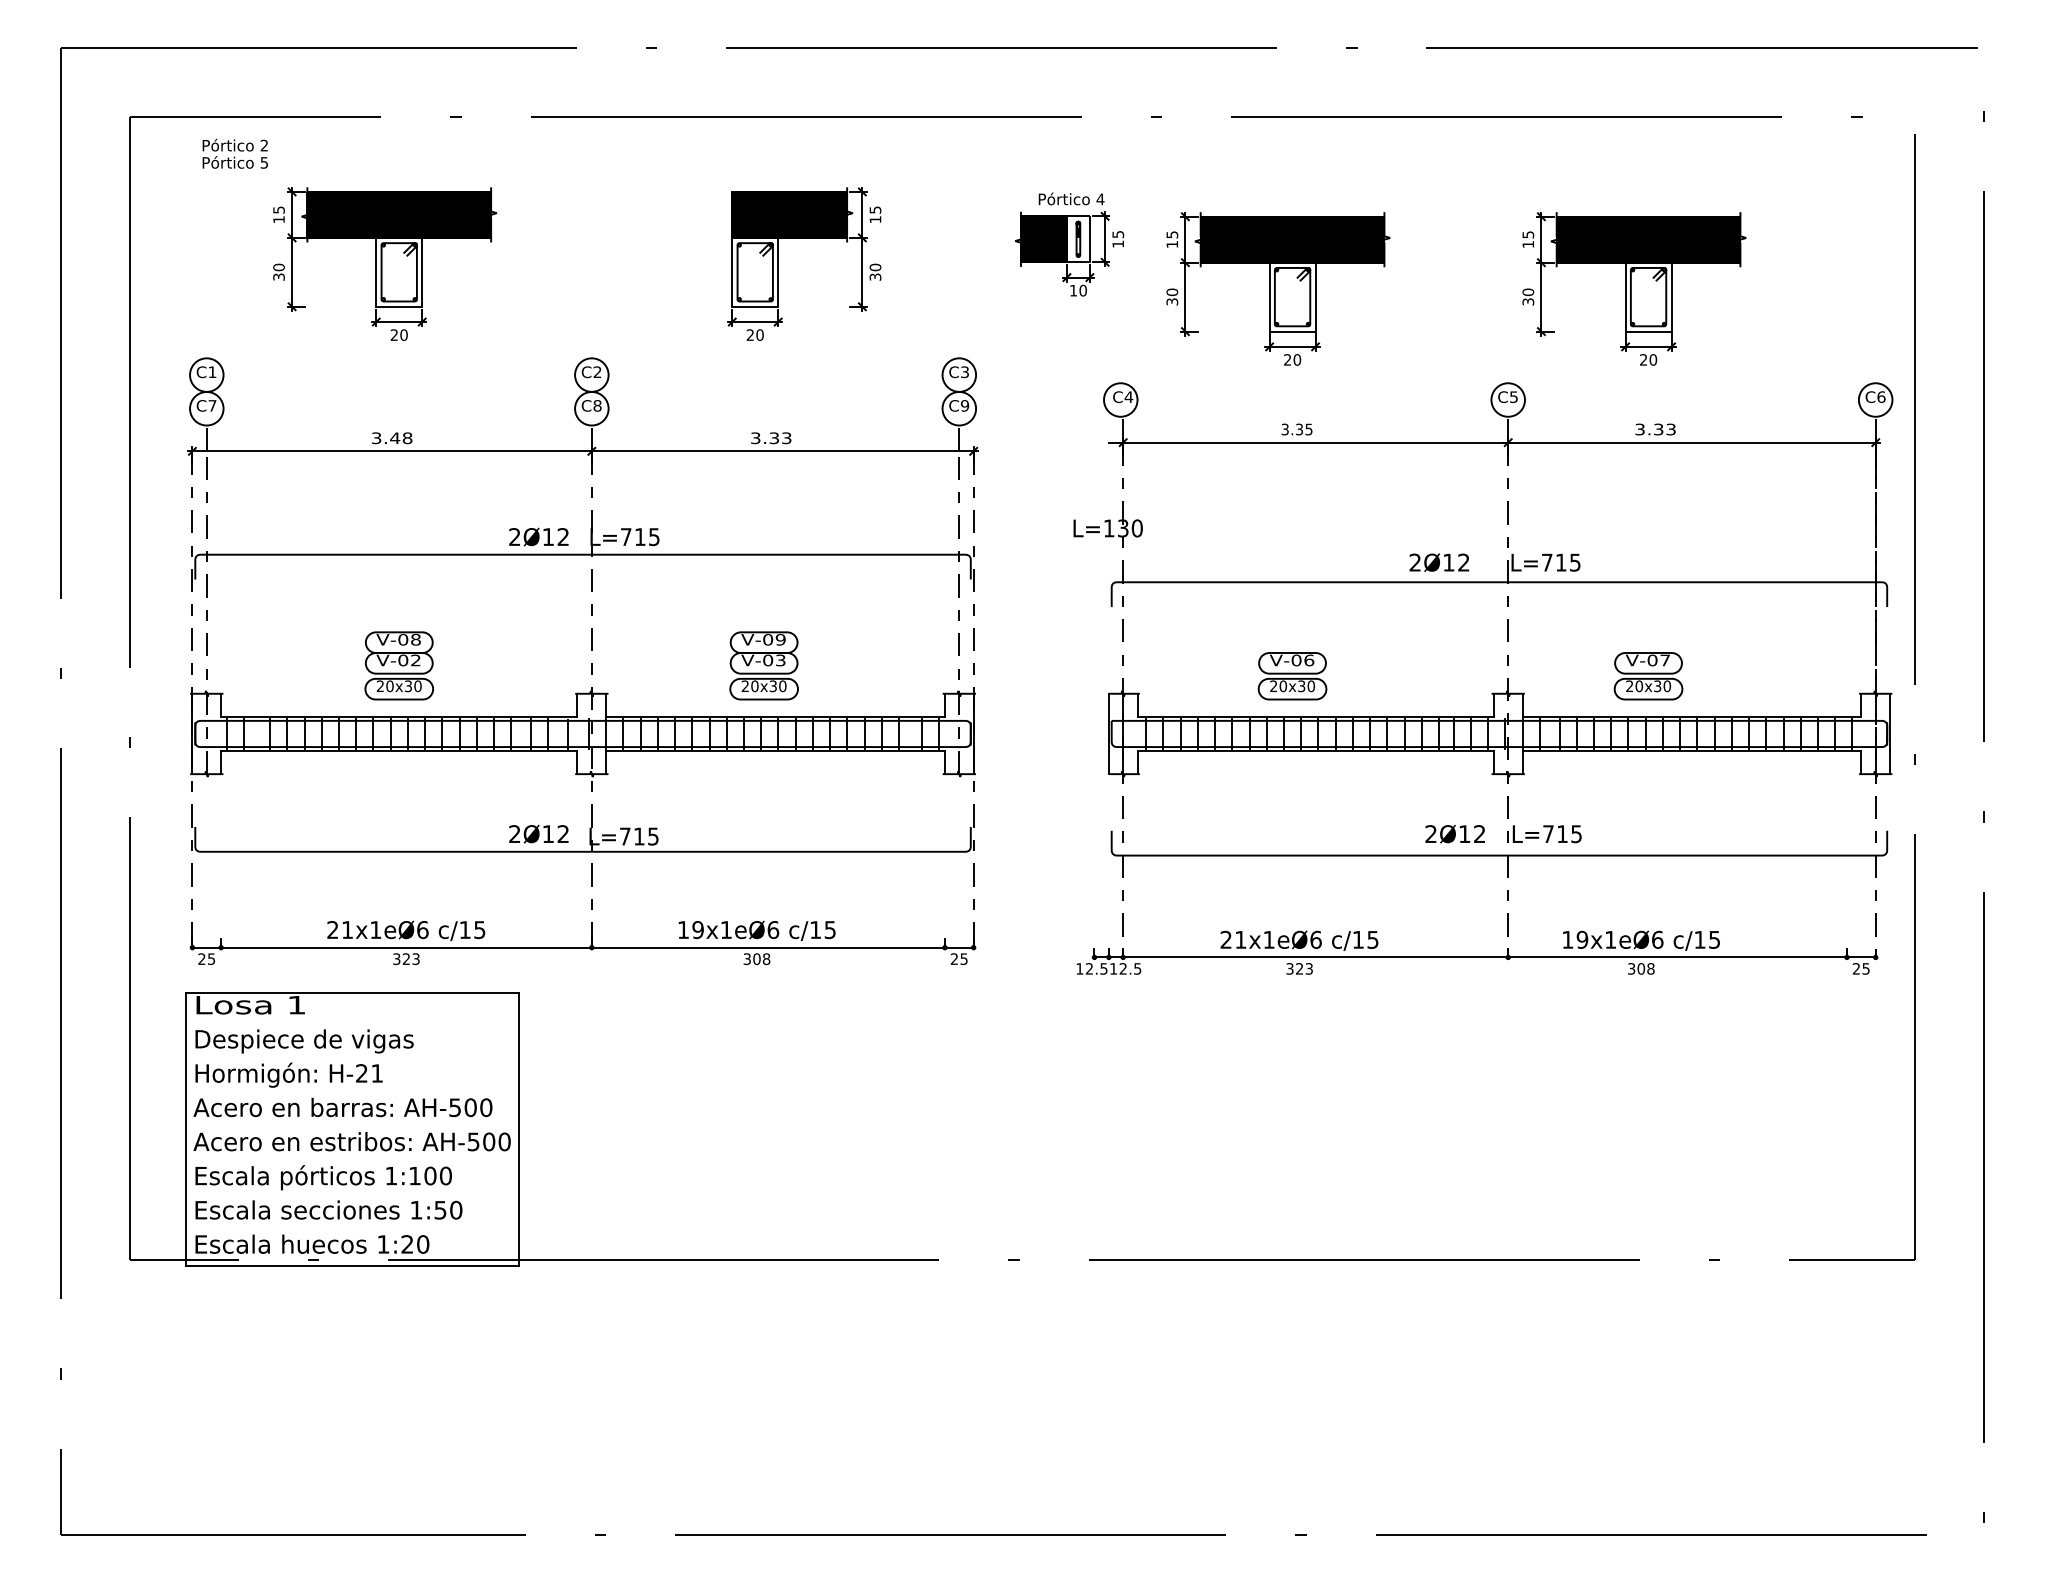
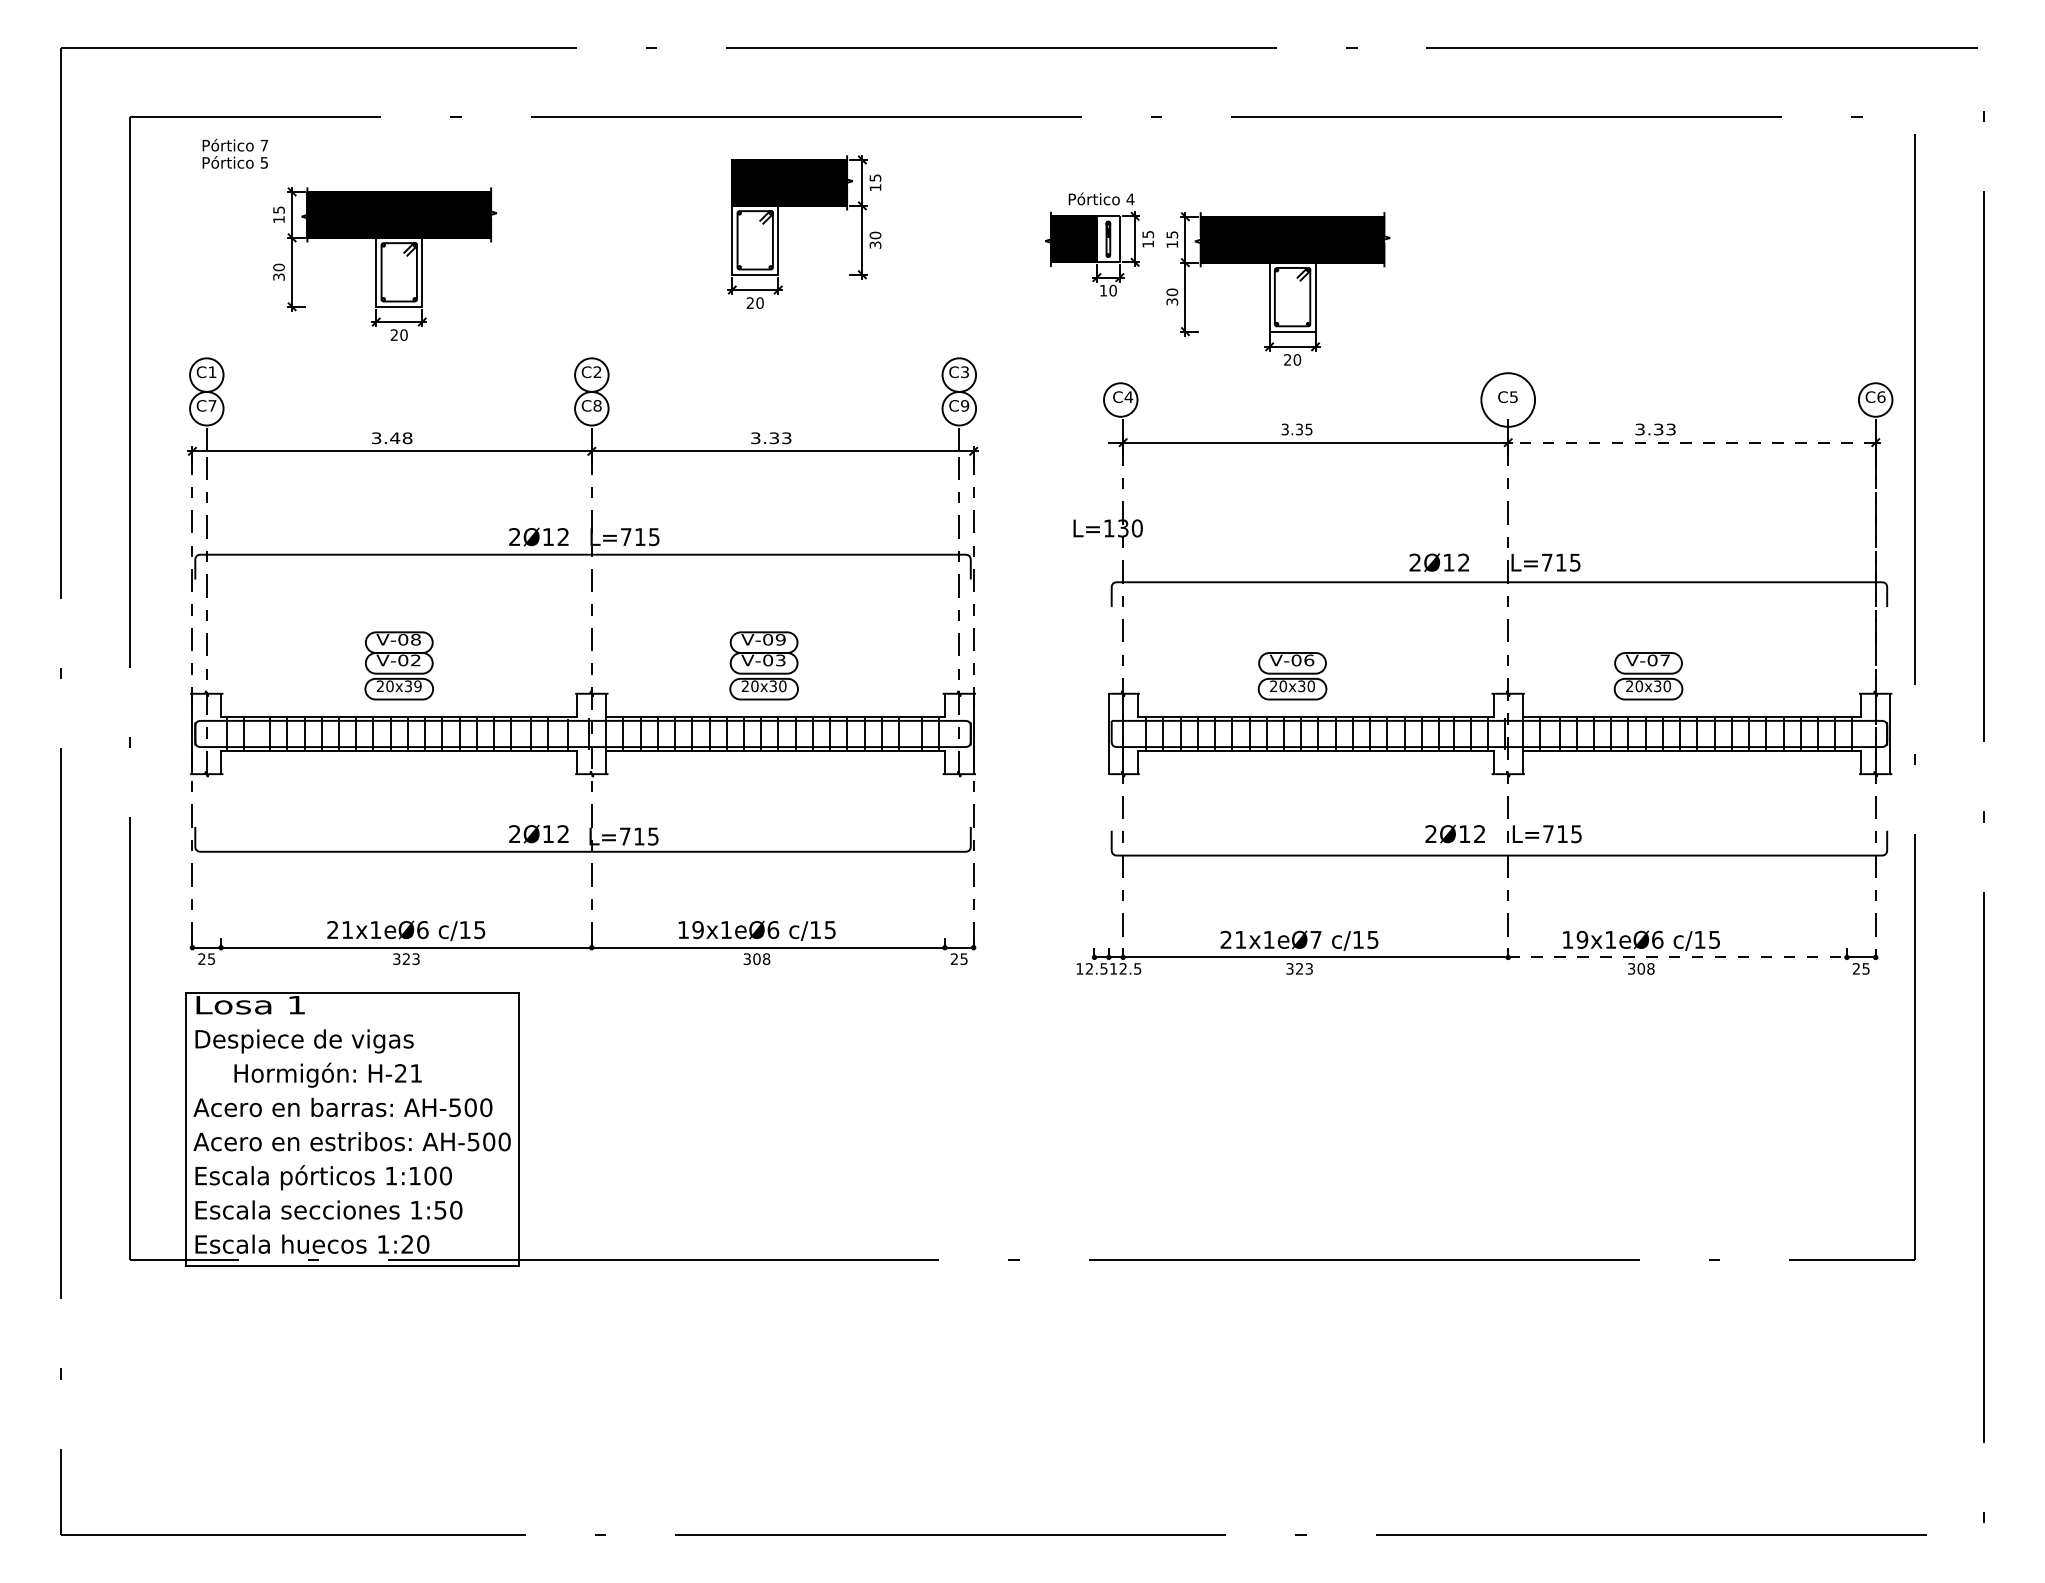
text at (263, 145): 2 -> 7
part at (804, 238) position: (804, 238) -> (804, 206)
part at (1069, 244) position: (1069, 244) -> (1099, 244)
part at (1634, 288): present -> none
circle at (1507, 399) diameter: 34 px -> 54 px
line at (1691, 442): solid -> dashed
text at (417, 686): 20x30 -> 20x39
text at (1315, 939): 21x1eØ6 -> 21x1eØ7
line at (1683, 957): solid -> dashed
text at (288, 1074) position: (288, 1074) -> (327, 1074)
